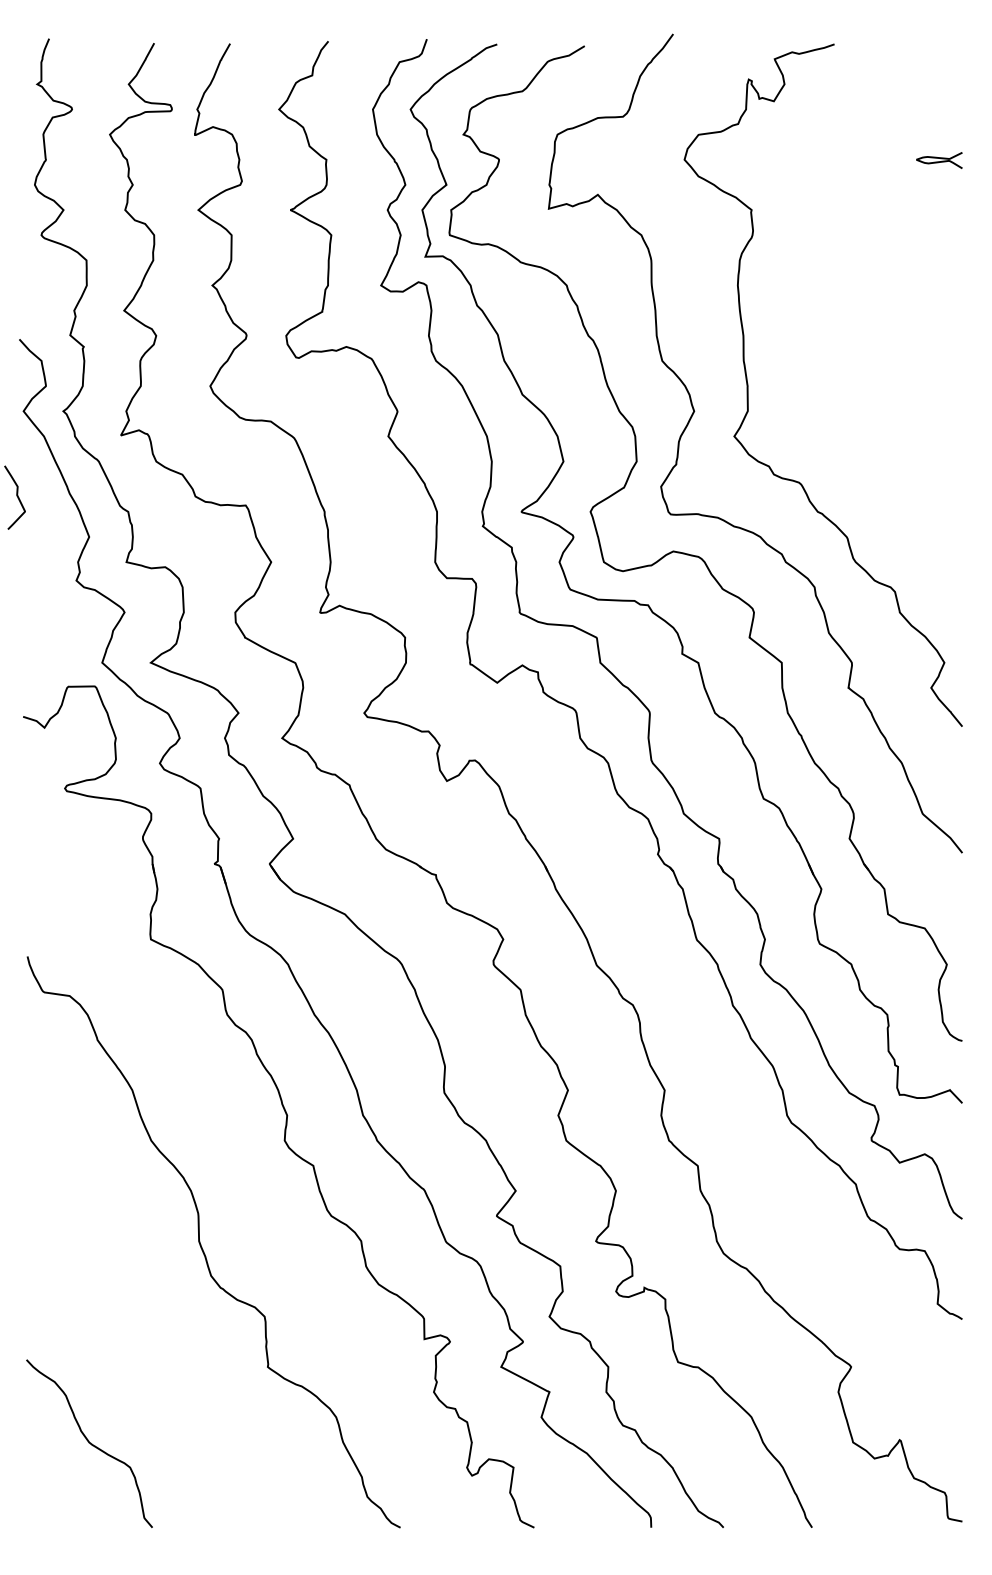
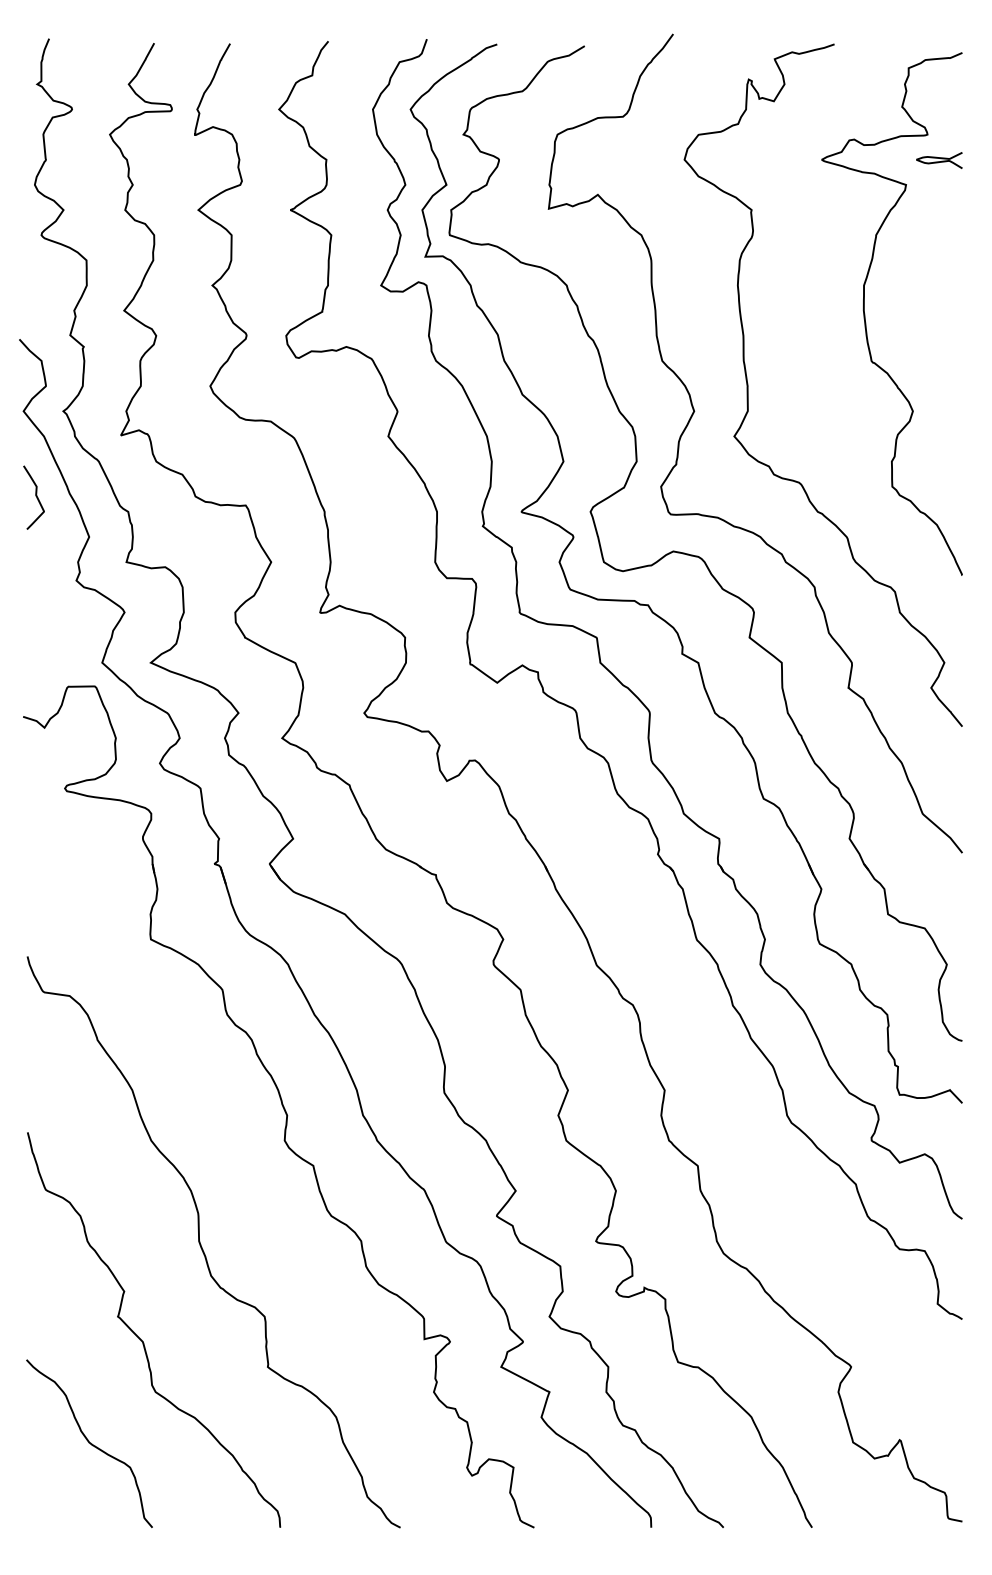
curve at (865, 313): none -> present
curve at (16, 496) position: (16, 496) -> (35, 496)
curve at (142, 1340): none -> present
